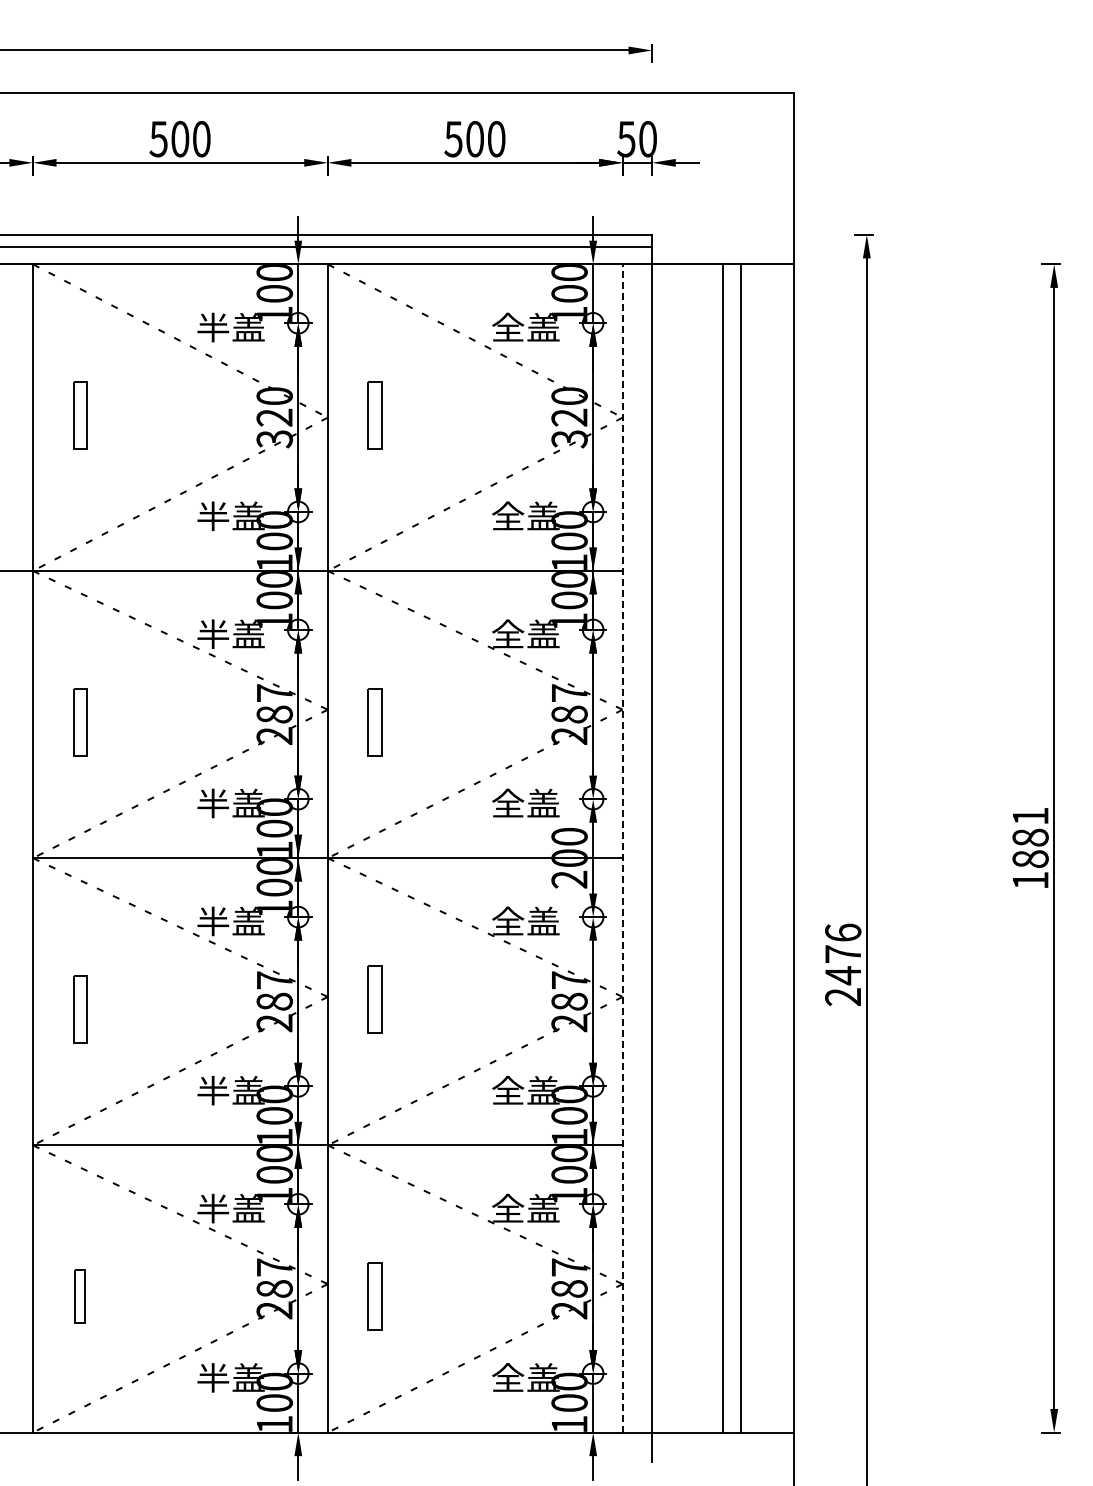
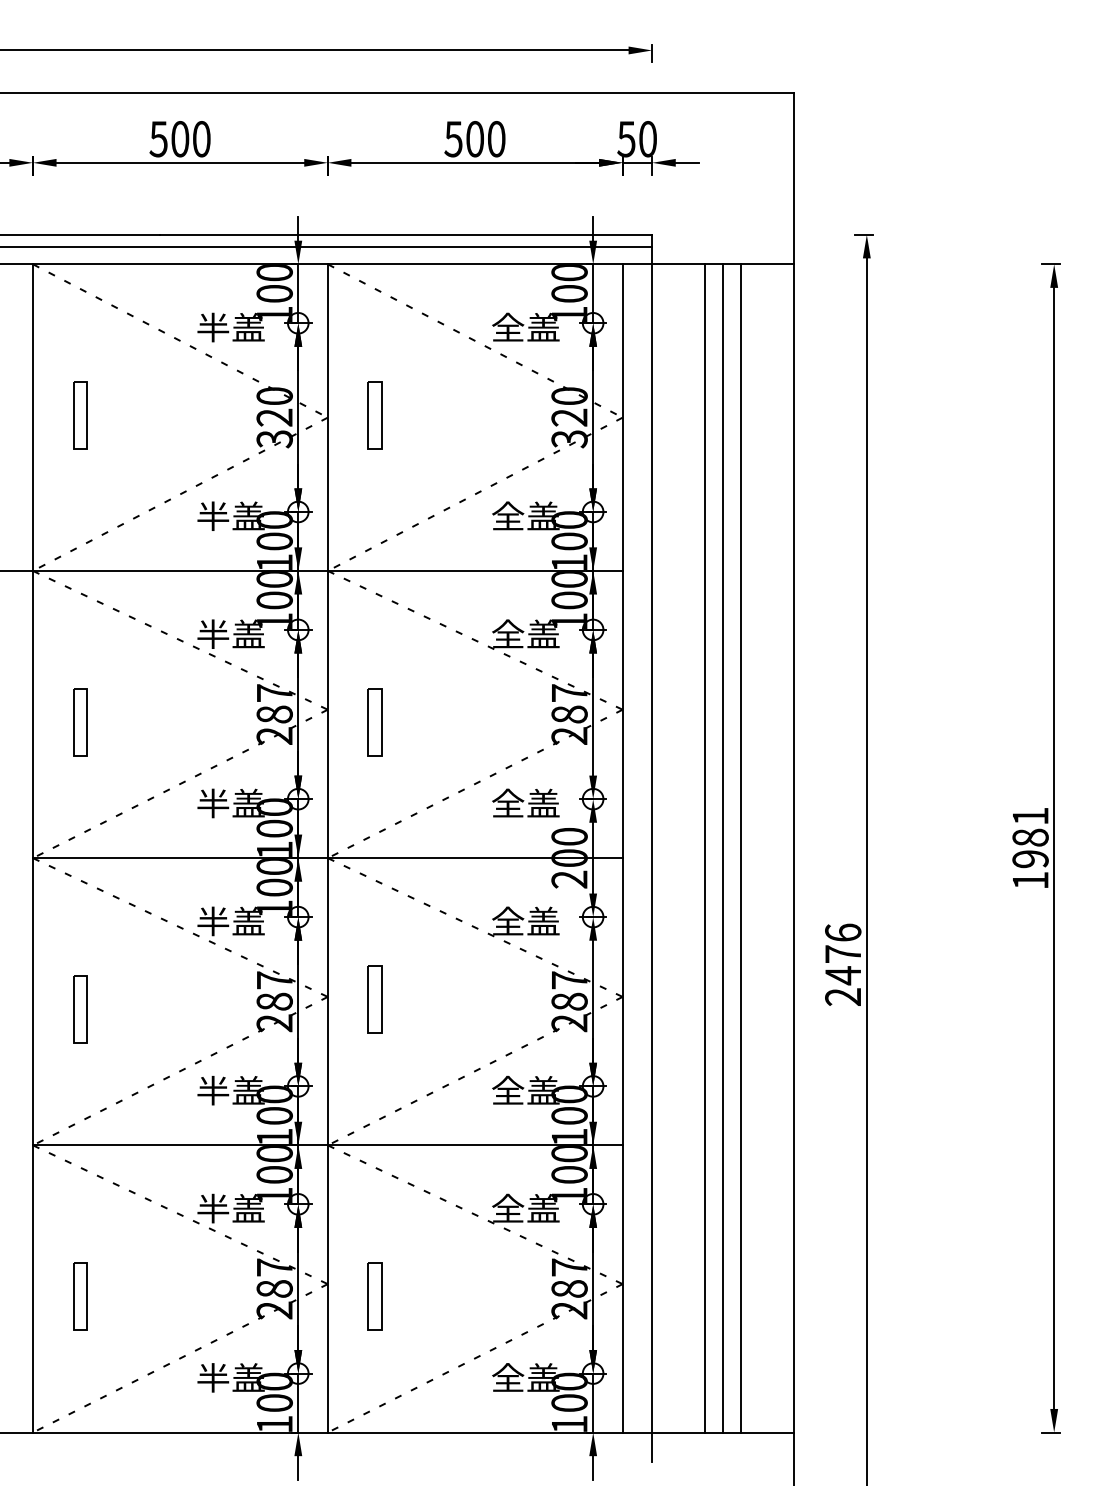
line at (622, 847): dashed -> solid
line at (705, 848): none -> present
text at (1030, 859): 1881 -> 1981
part at (79, 1296) size: 12x55 px -> 15x69 px
